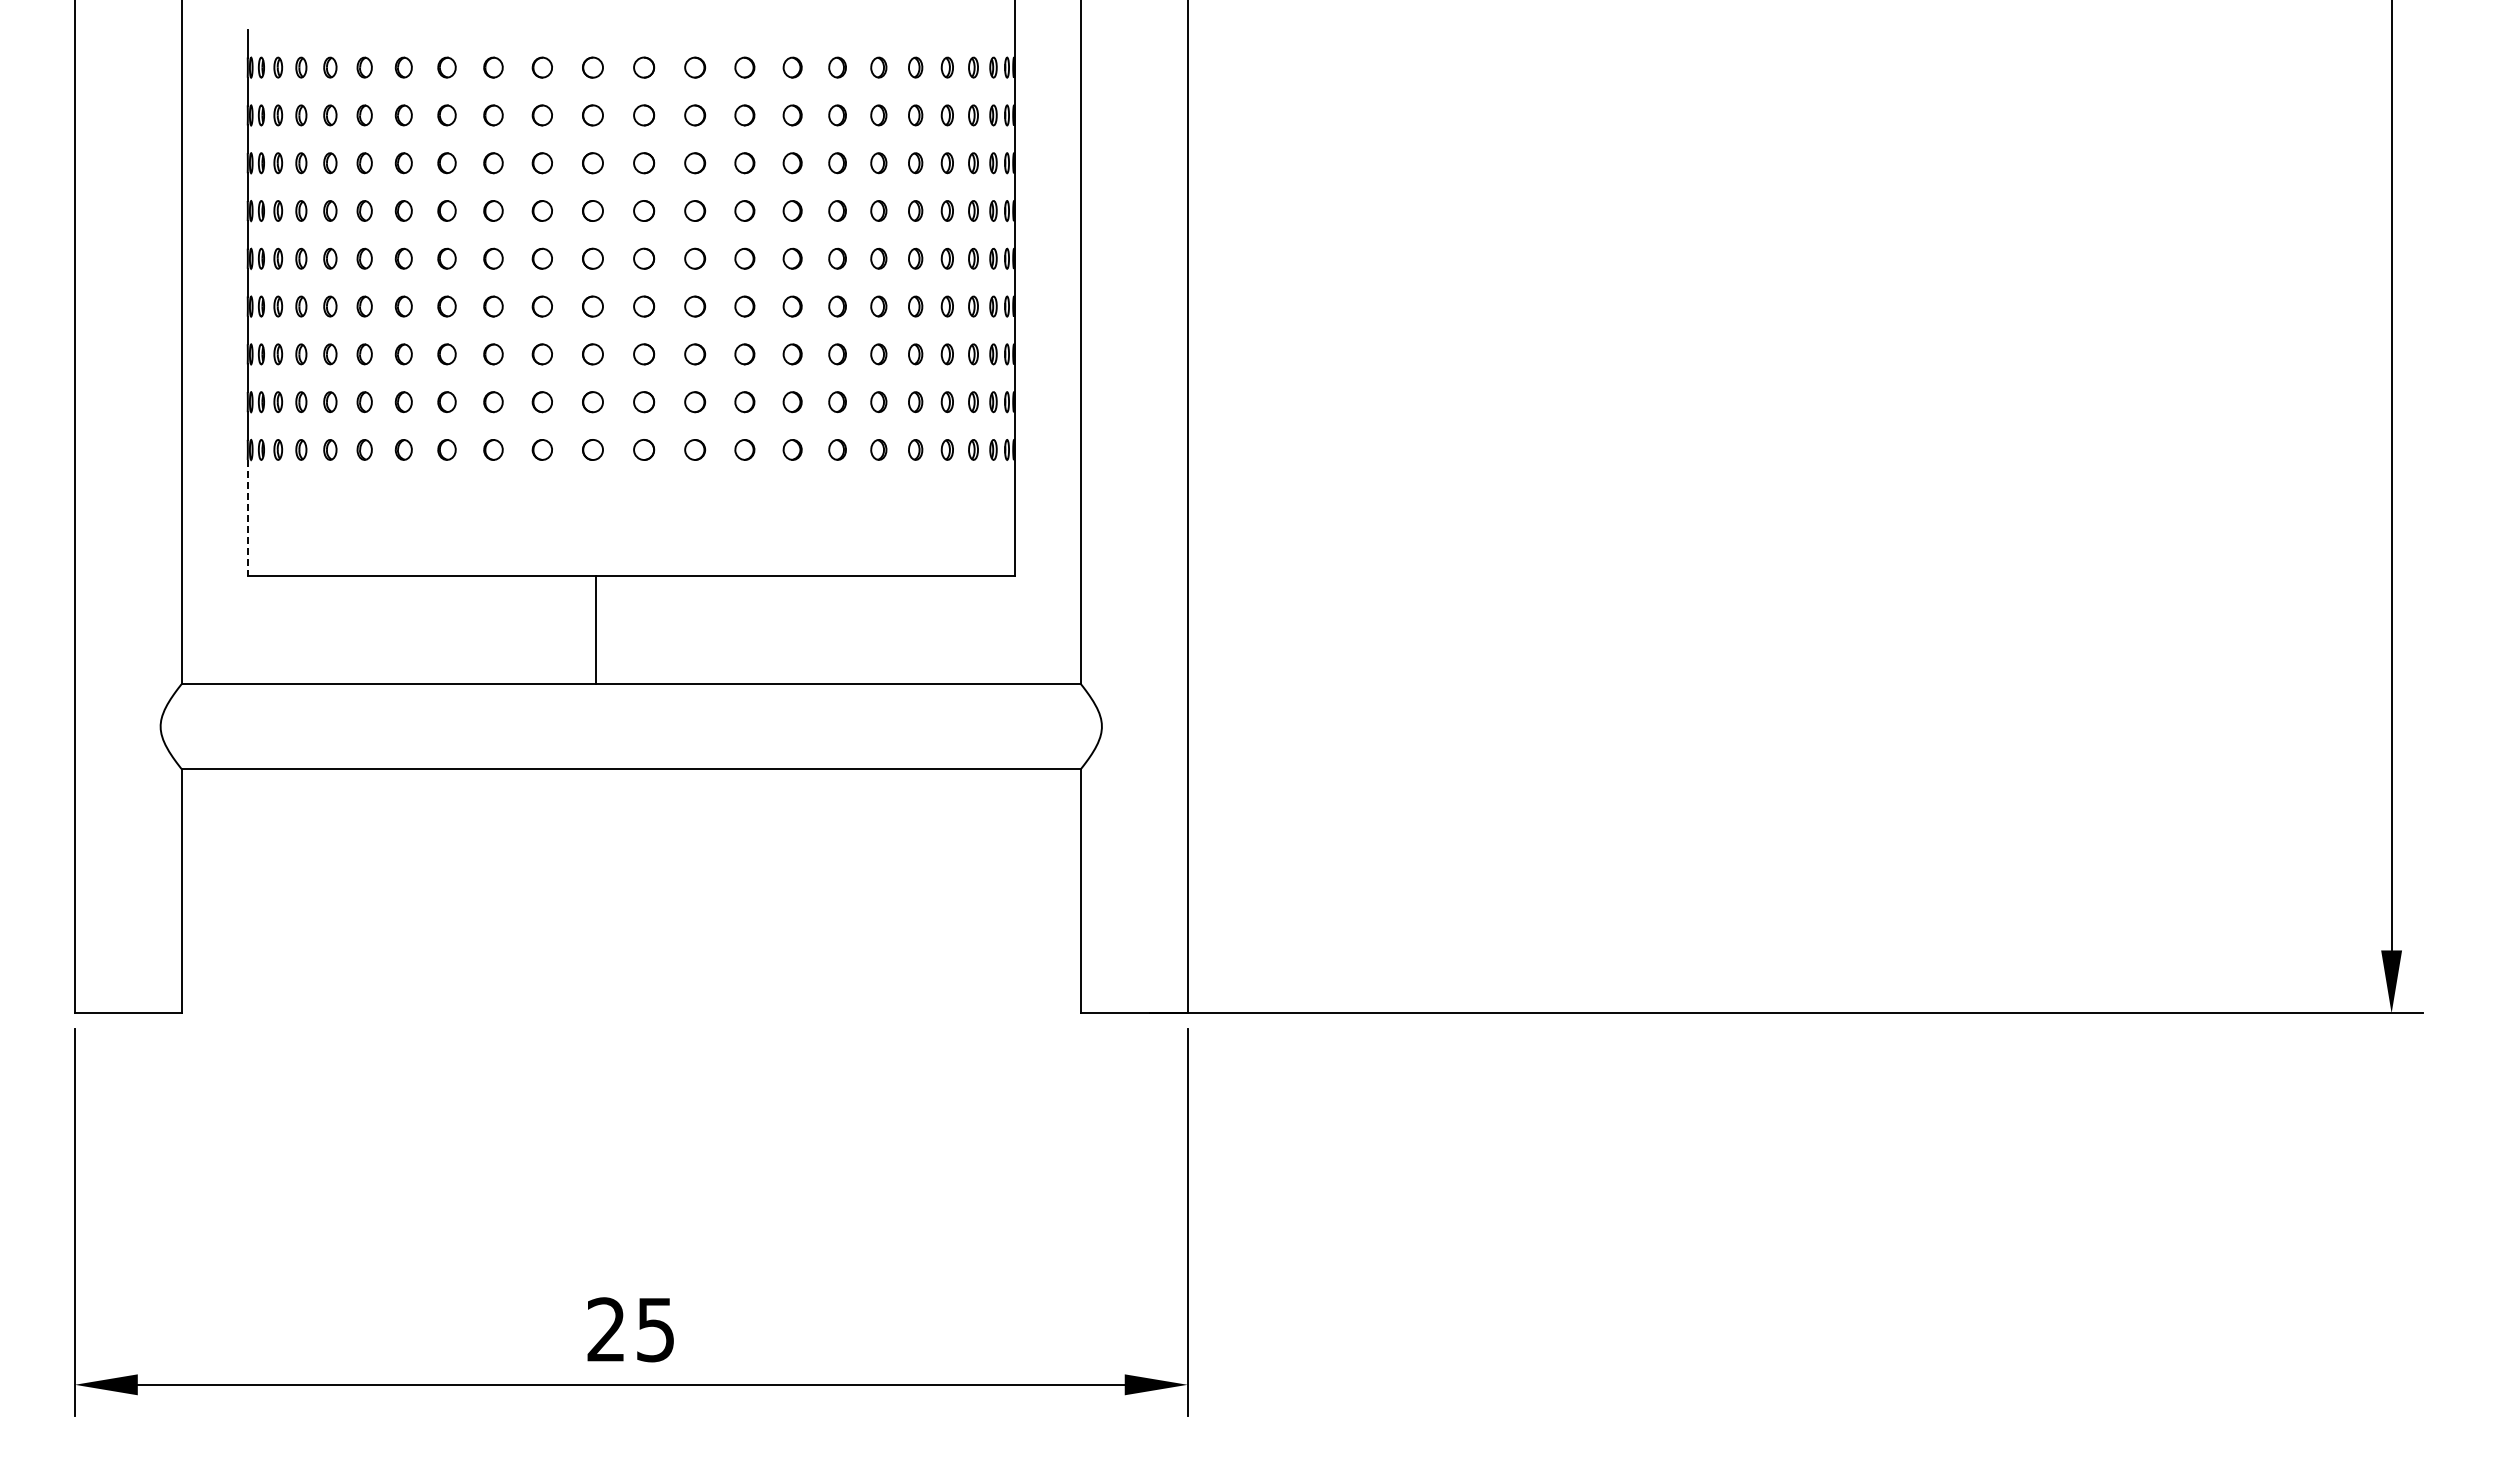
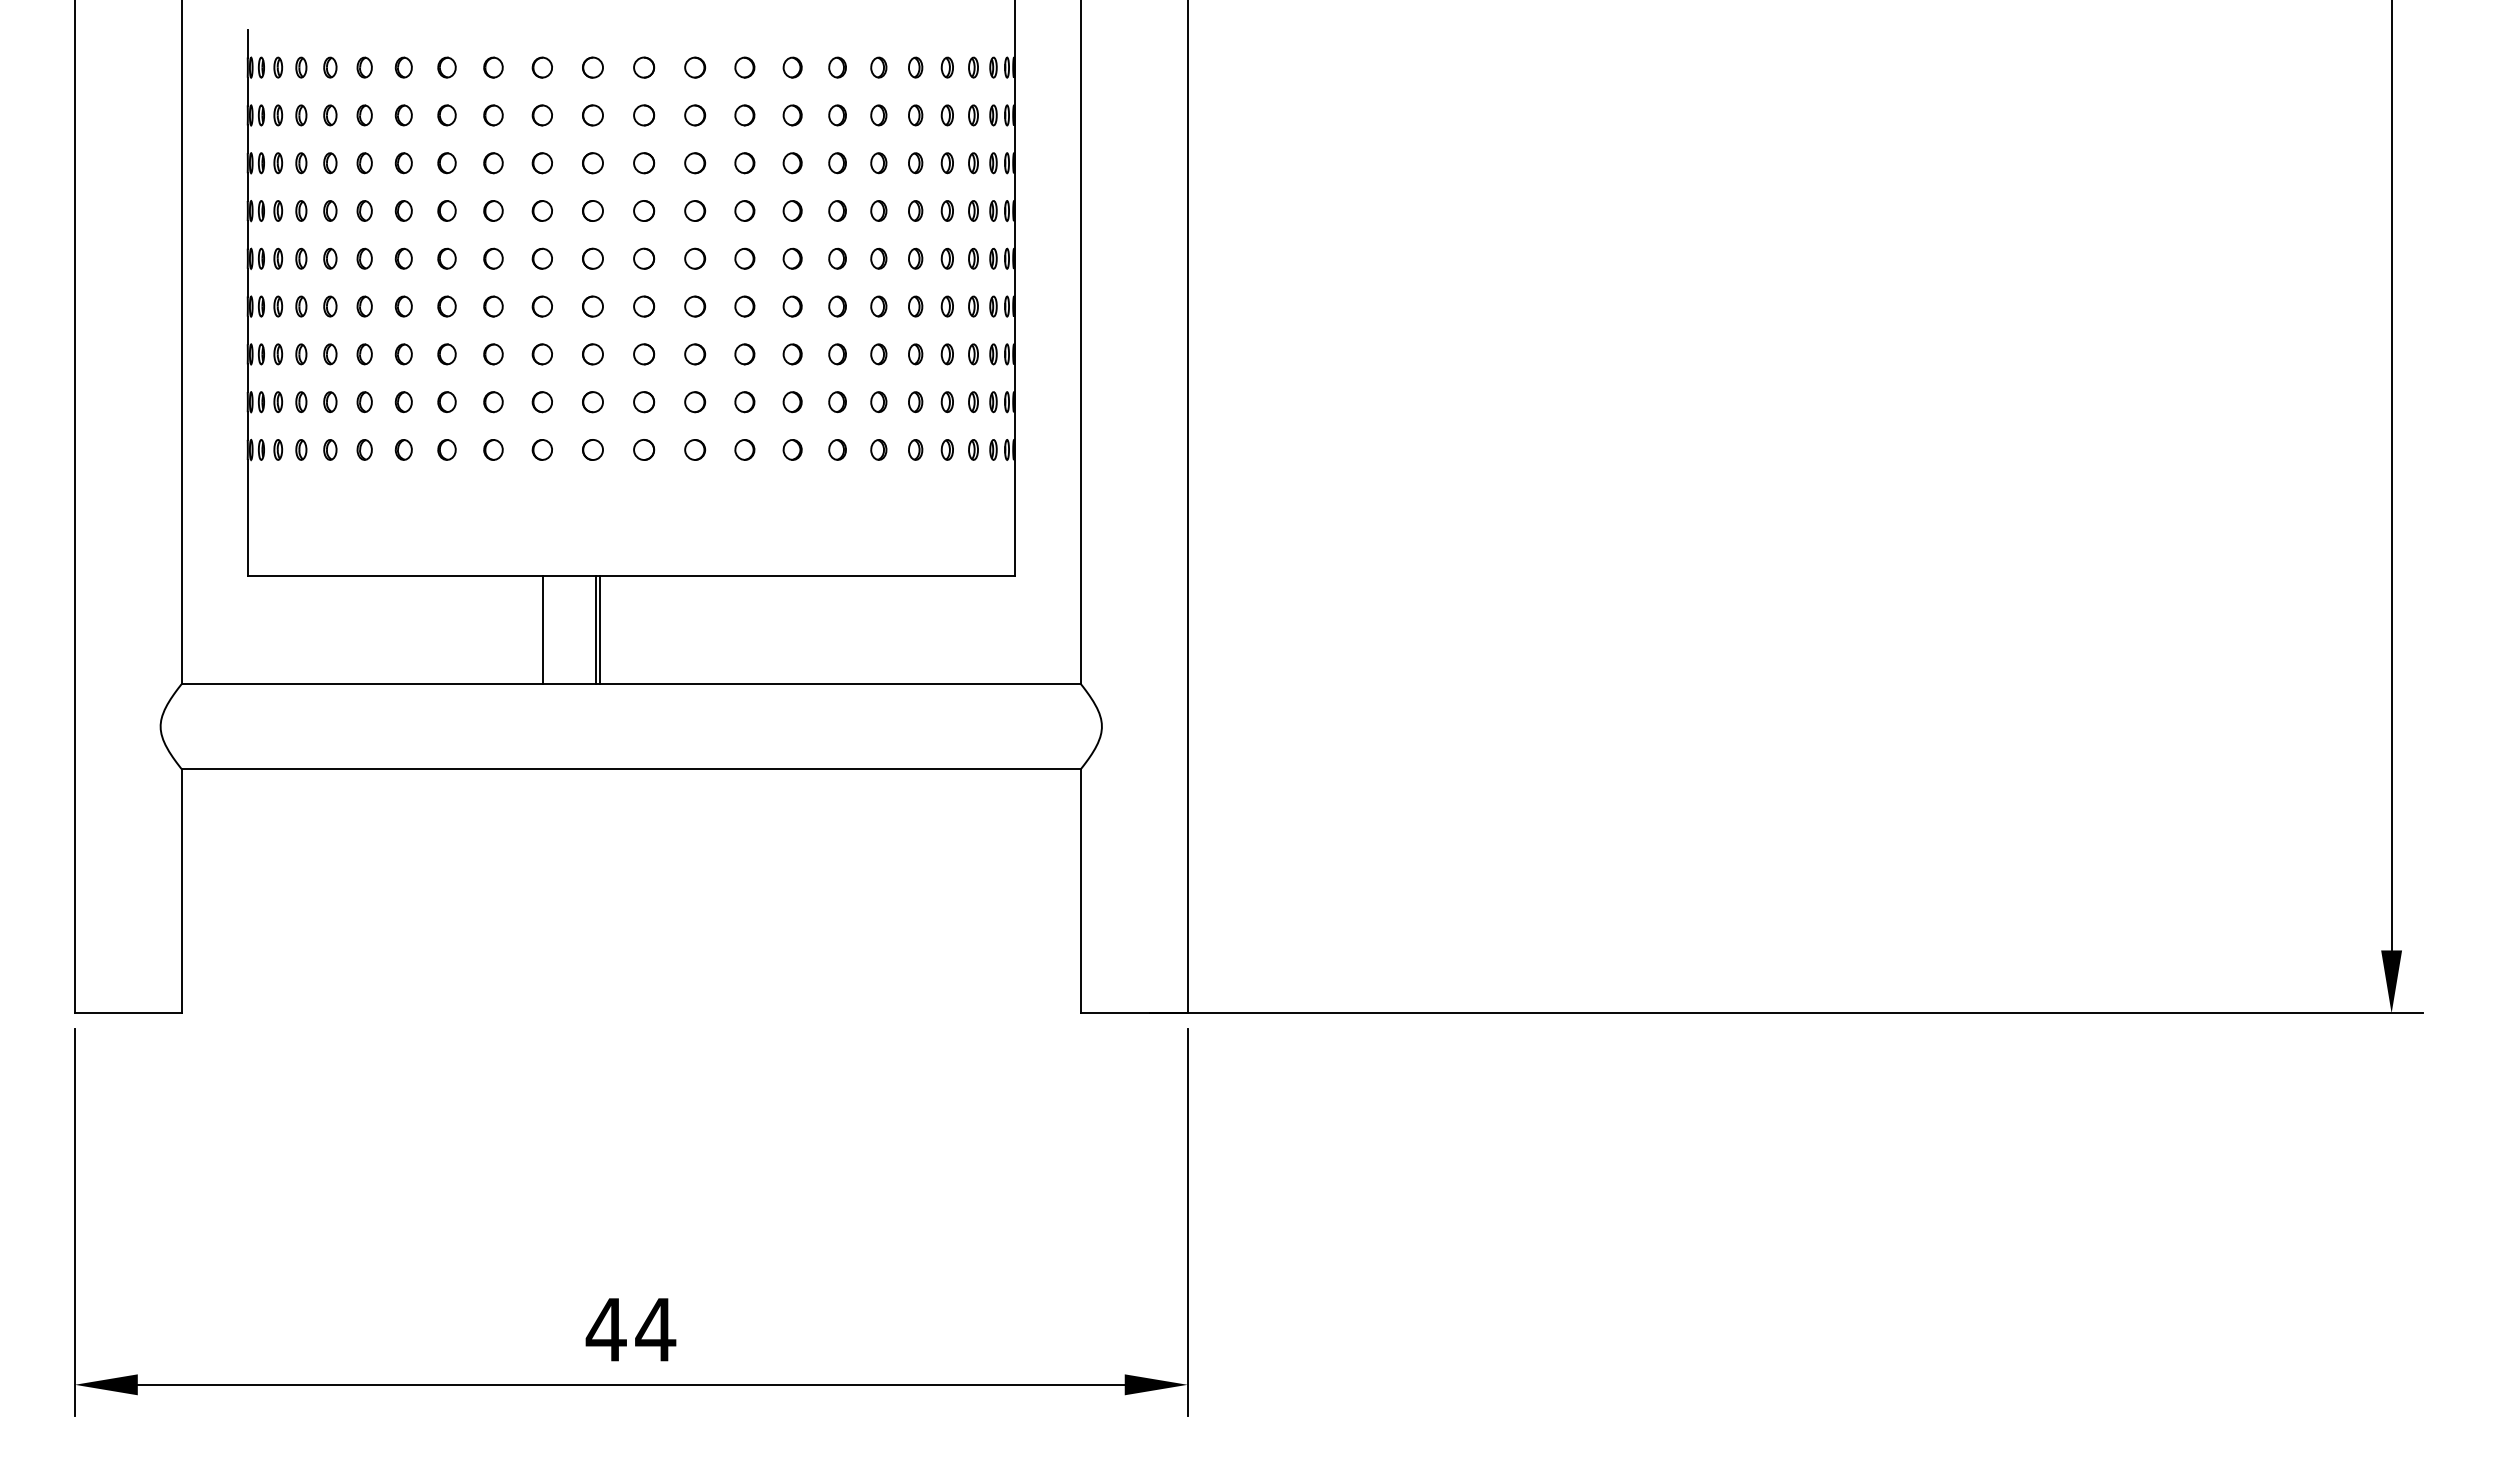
line at (247, 517): dashed -> solid
line at (542, 629): none -> present
line at (600, 629): none -> present
text at (630, 1329): 25 -> 44
